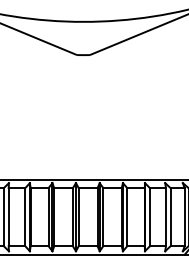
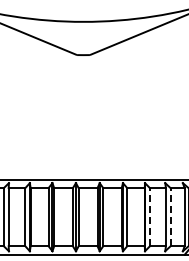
line at (149, 216): solid -> dashed
line at (170, 216): solid -> dashed
